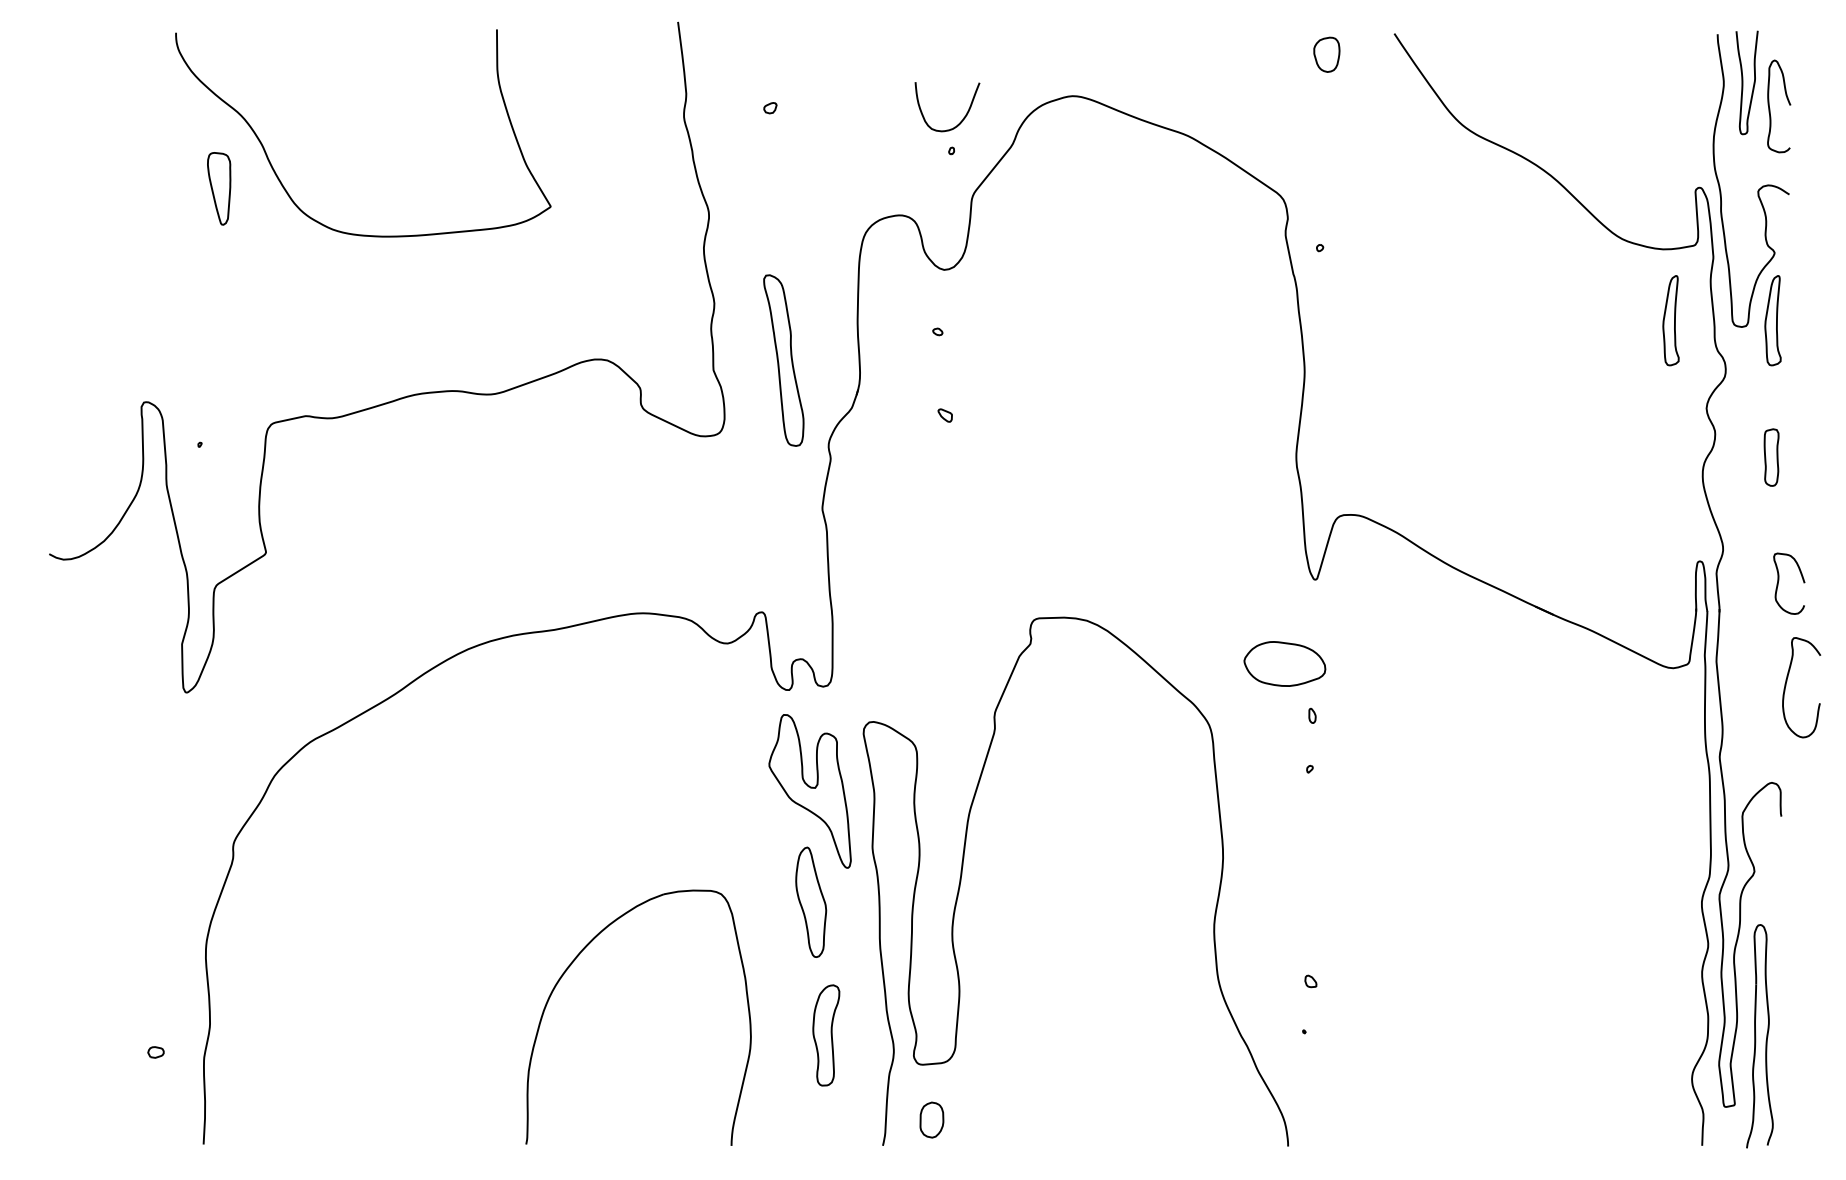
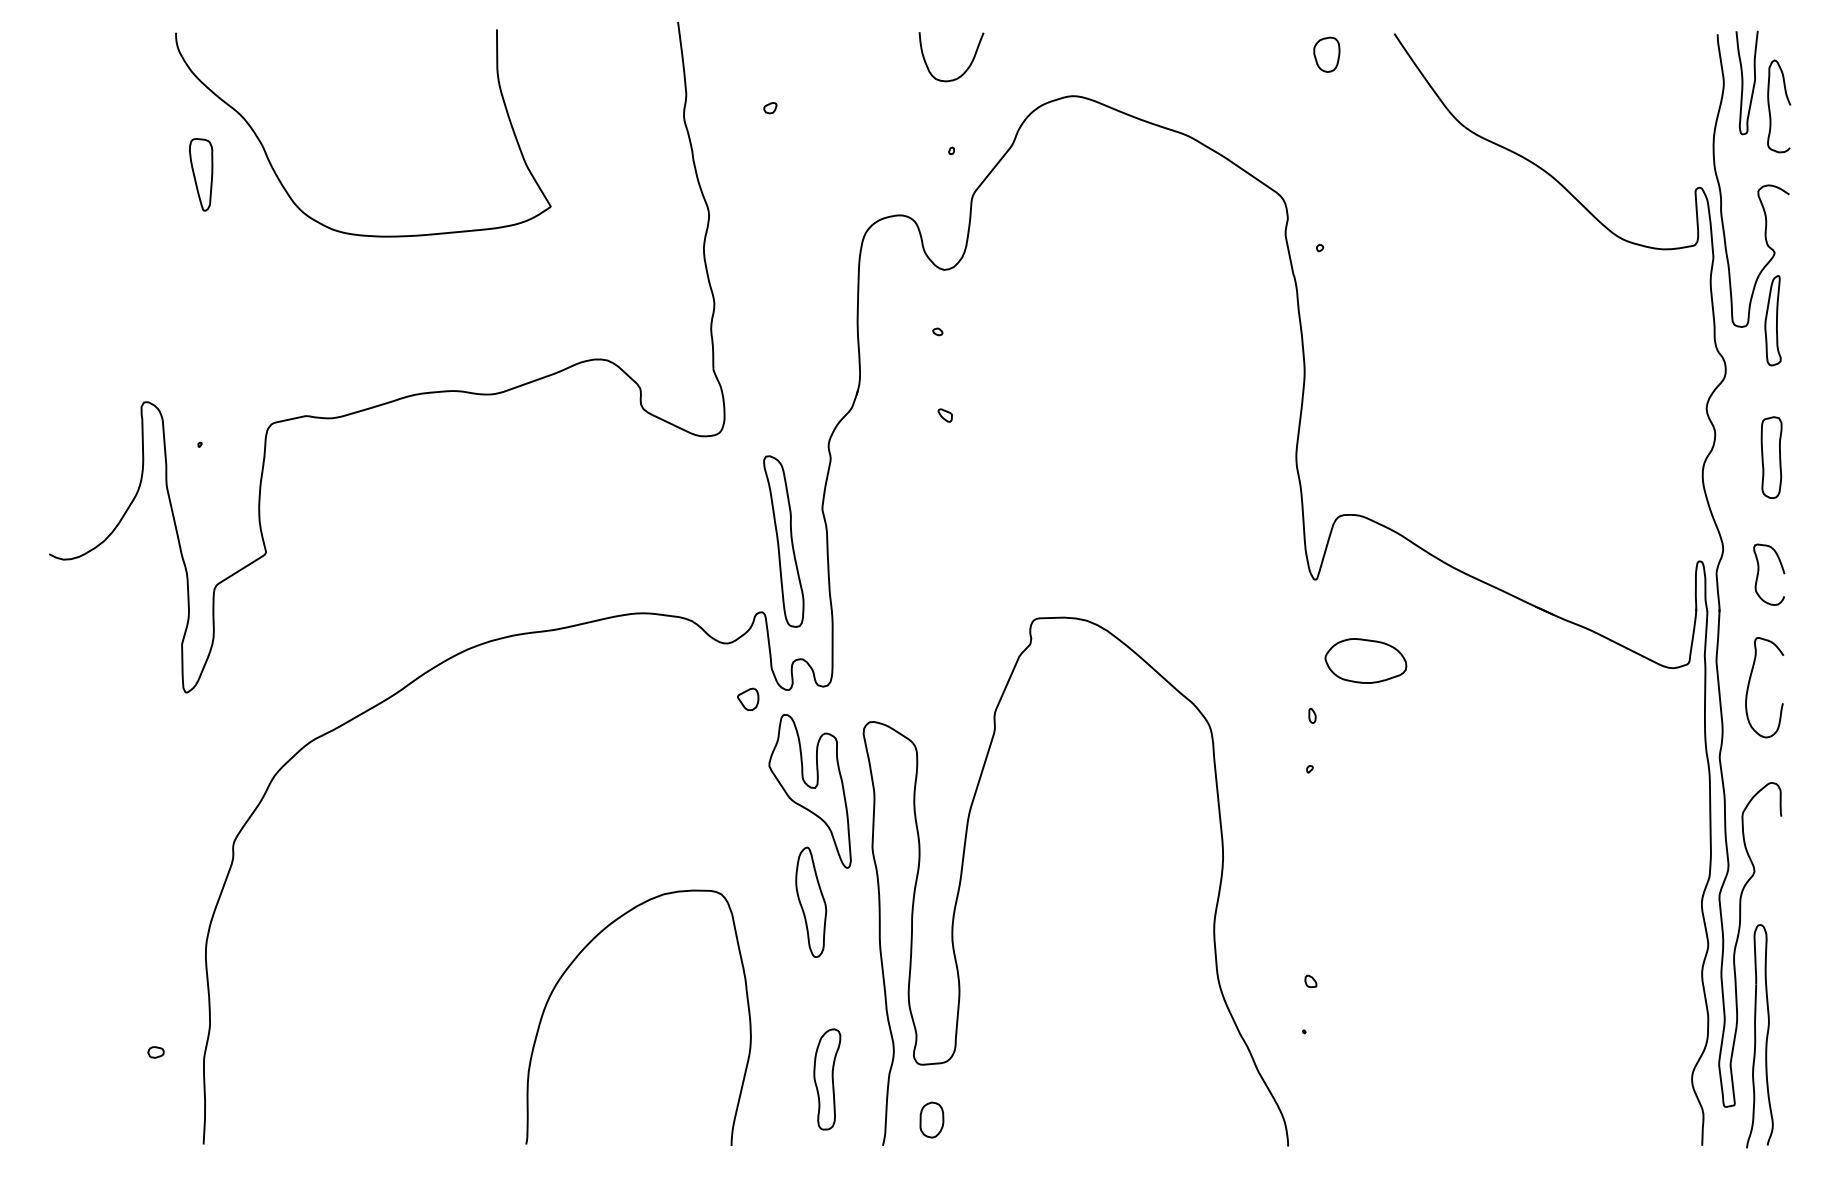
curve at (963, 117) position: (963, 117) -> (967, 67)
part at (219, 188) position: (219, 188) -> (201, 174)
part at (1670, 320): present -> none
part at (783, 360) position: (783, 360) -> (783, 541)
part at (1771, 457) size: 17x59 px -> 23x83 px
curve at (1779, 580) position: (1779, 580) -> (1759, 571)
part at (1284, 663) position: (1284, 663) -> (1365, 660)
curve at (1786, 686) position: (1786, 686) -> (1749, 686)
part at (748, 698): none -> present
part at (826, 1035) position: (826, 1035) -> (827, 1079)
